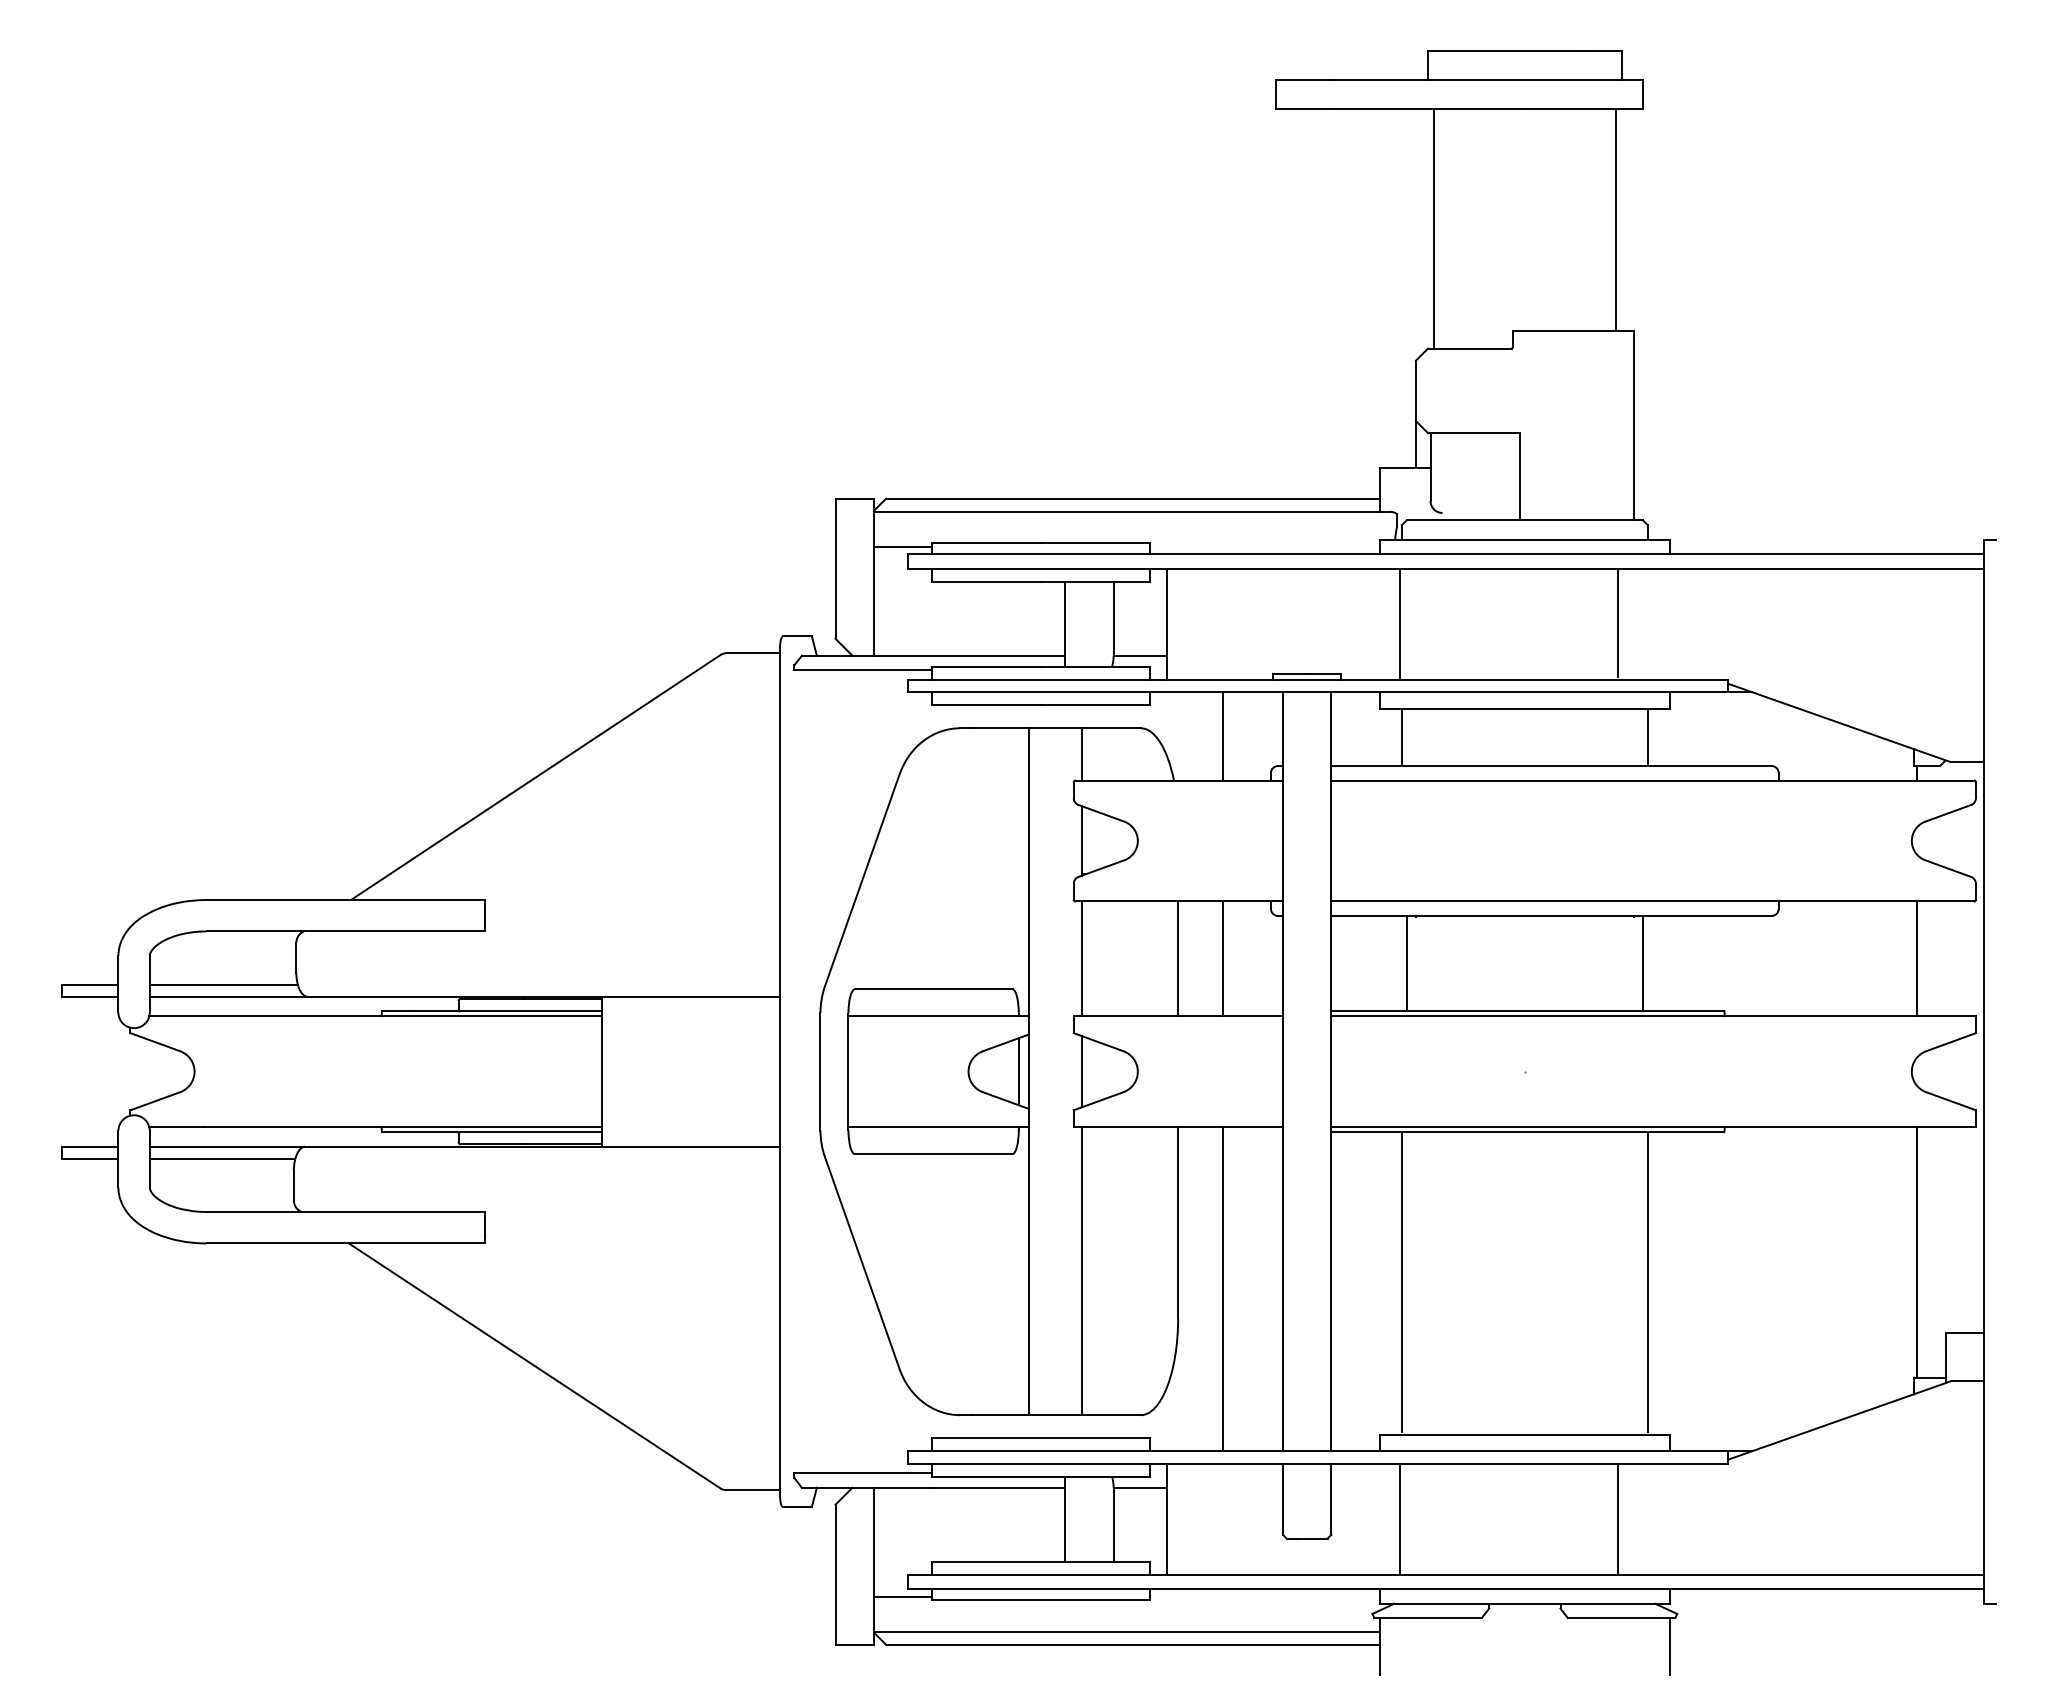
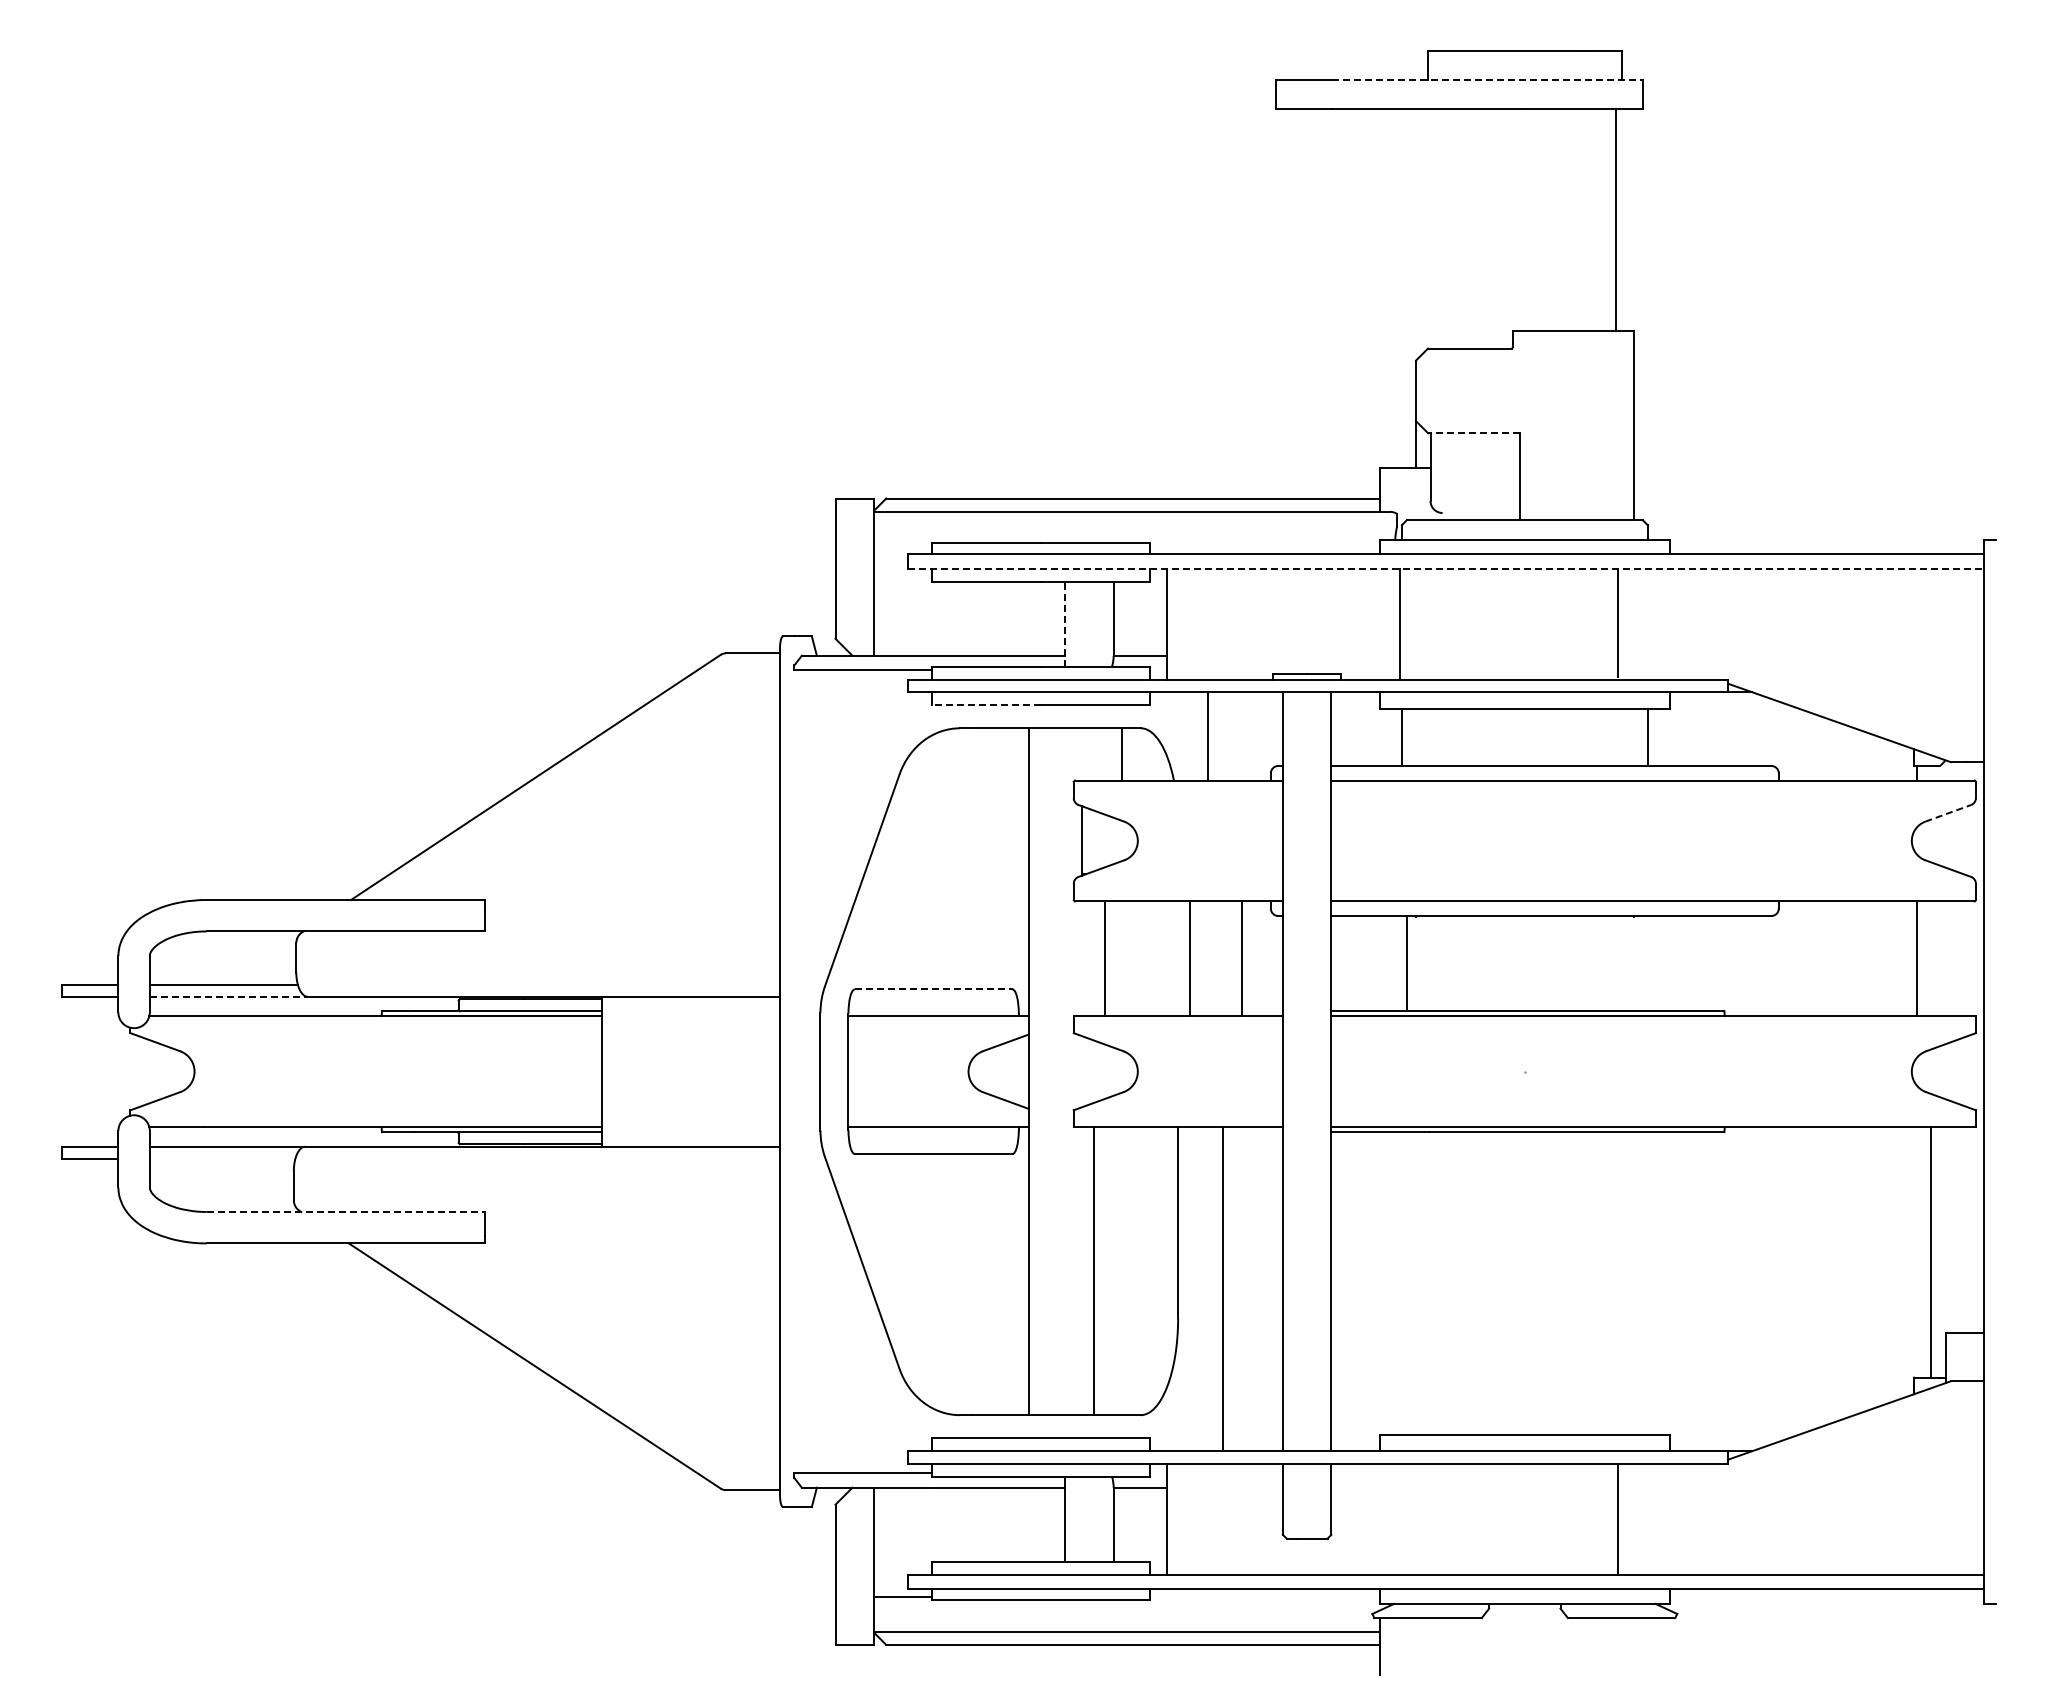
line at (1487, 80): solid -> dashed
line at (1434, 228): present -> none
line at (1474, 433): solid -> dashed
line at (903, 546): present -> none
line at (1446, 568): solid -> dashed
line at (1065, 623): solid -> dashed
line at (986, 705): solid -> dashed
line at (1222, 736) position: (1222, 736) -> (1207, 736)
line at (1082, 754) position: (1082, 754) -> (1122, 754)
line at (1948, 813): solid -> dashed
line at (1082, 958) position: (1082, 958) -> (1105, 958)
line at (1178, 958) position: (1178, 958) -> (1190, 958)
line at (1222, 958) position: (1222, 958) -> (1241, 958)
line at (1642, 963): present -> none
line at (933, 989): solid -> dashed
line at (228, 996): solid -> dashed
line at (1018, 1071): present -> none
line at (1082, 1071): present -> none
line at (222, 1158): present -> none
line at (346, 1212): solid -> dashed
line at (1916, 1252) position: (1916, 1252) -> (1930, 1252)
line at (1082, 1271) position: (1082, 1271) -> (1094, 1271)
line at (1401, 1282): present -> none
line at (1647, 1282): present -> none
line at (1399, 1518): present -> none
line at (1670, 1646): present -> none
